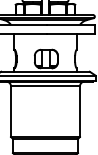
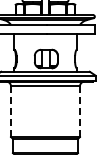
line at (79, 111): solid -> dashed
line at (11, 112): solid -> dashed
